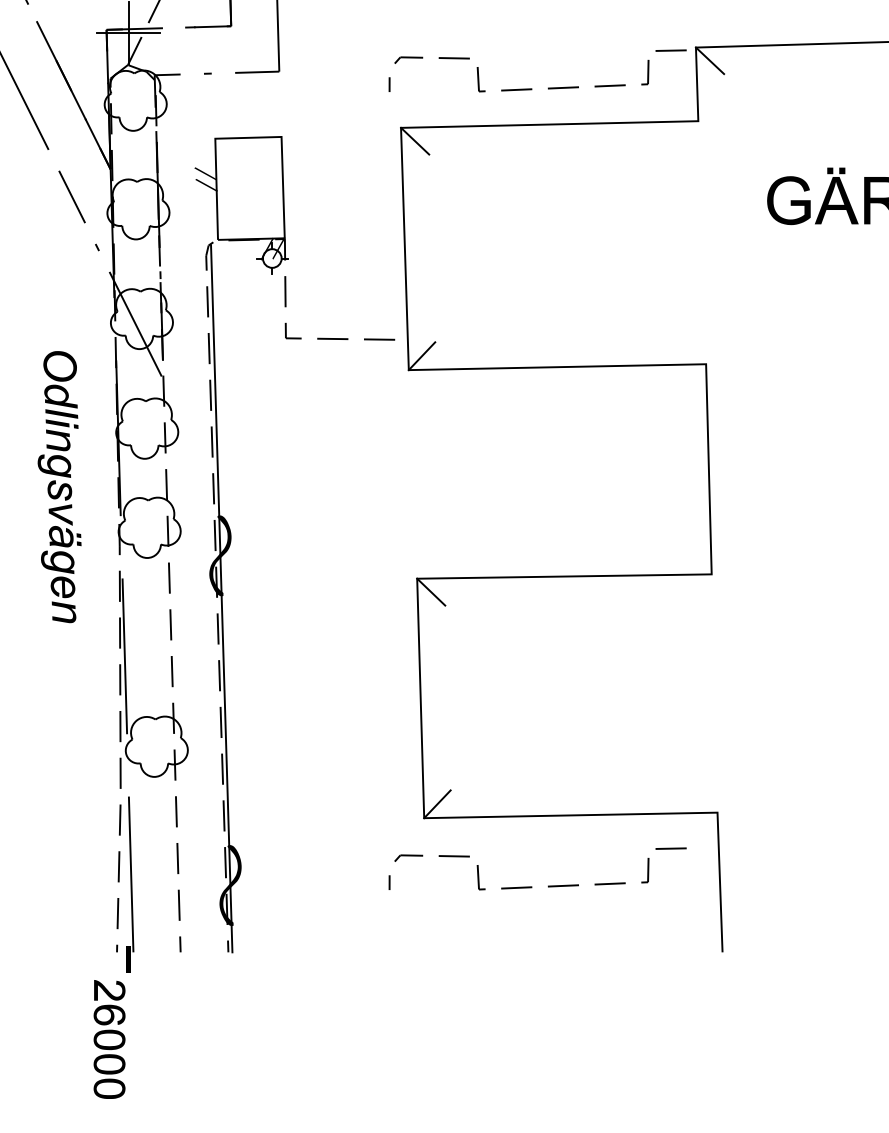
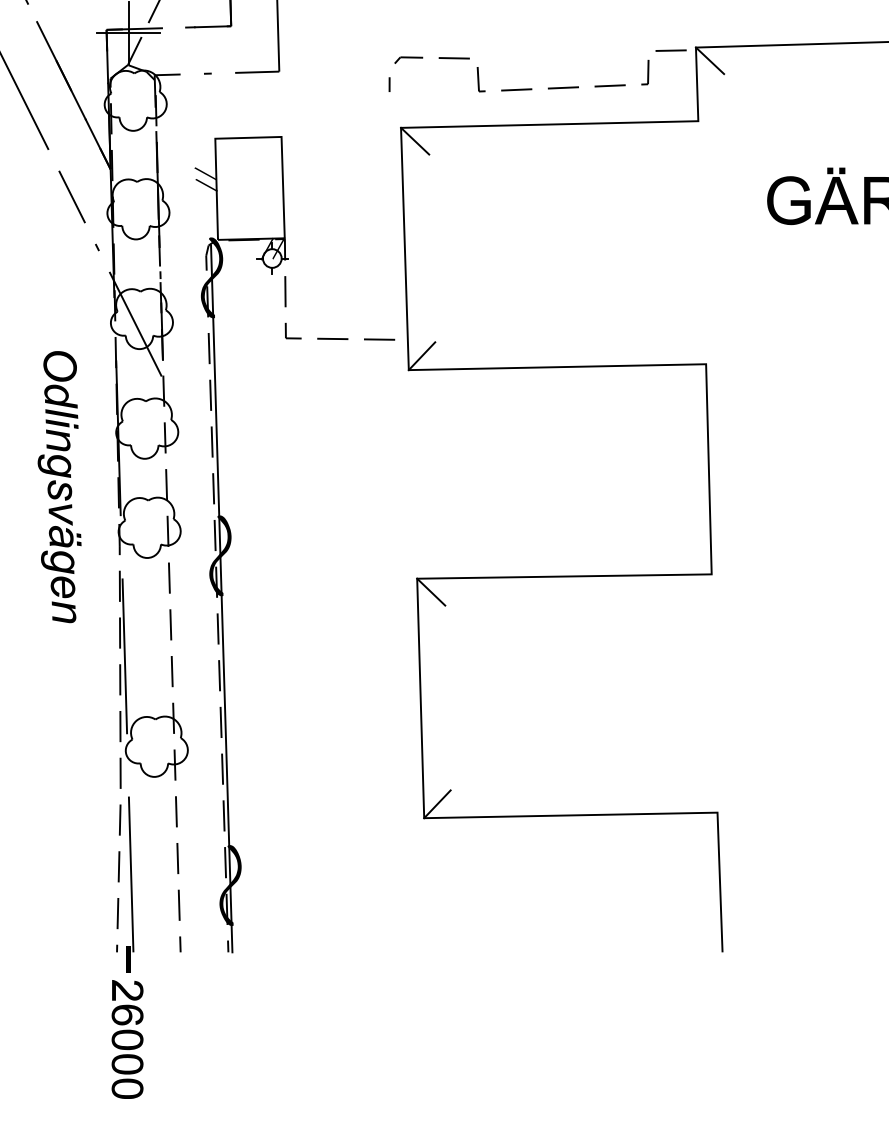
fill at (211, 277): none -> present
curve at (532, 886): present -> none
part at (109, 1039) position: (109, 1039) -> (127, 1039)
